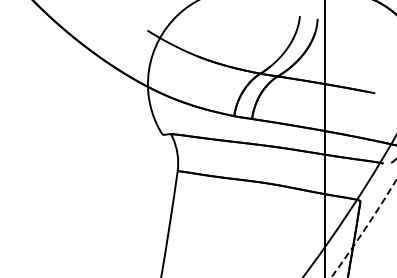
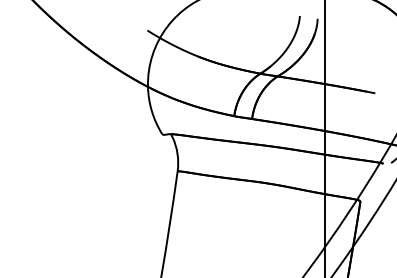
arc at (364, 229): dashed -> solid
